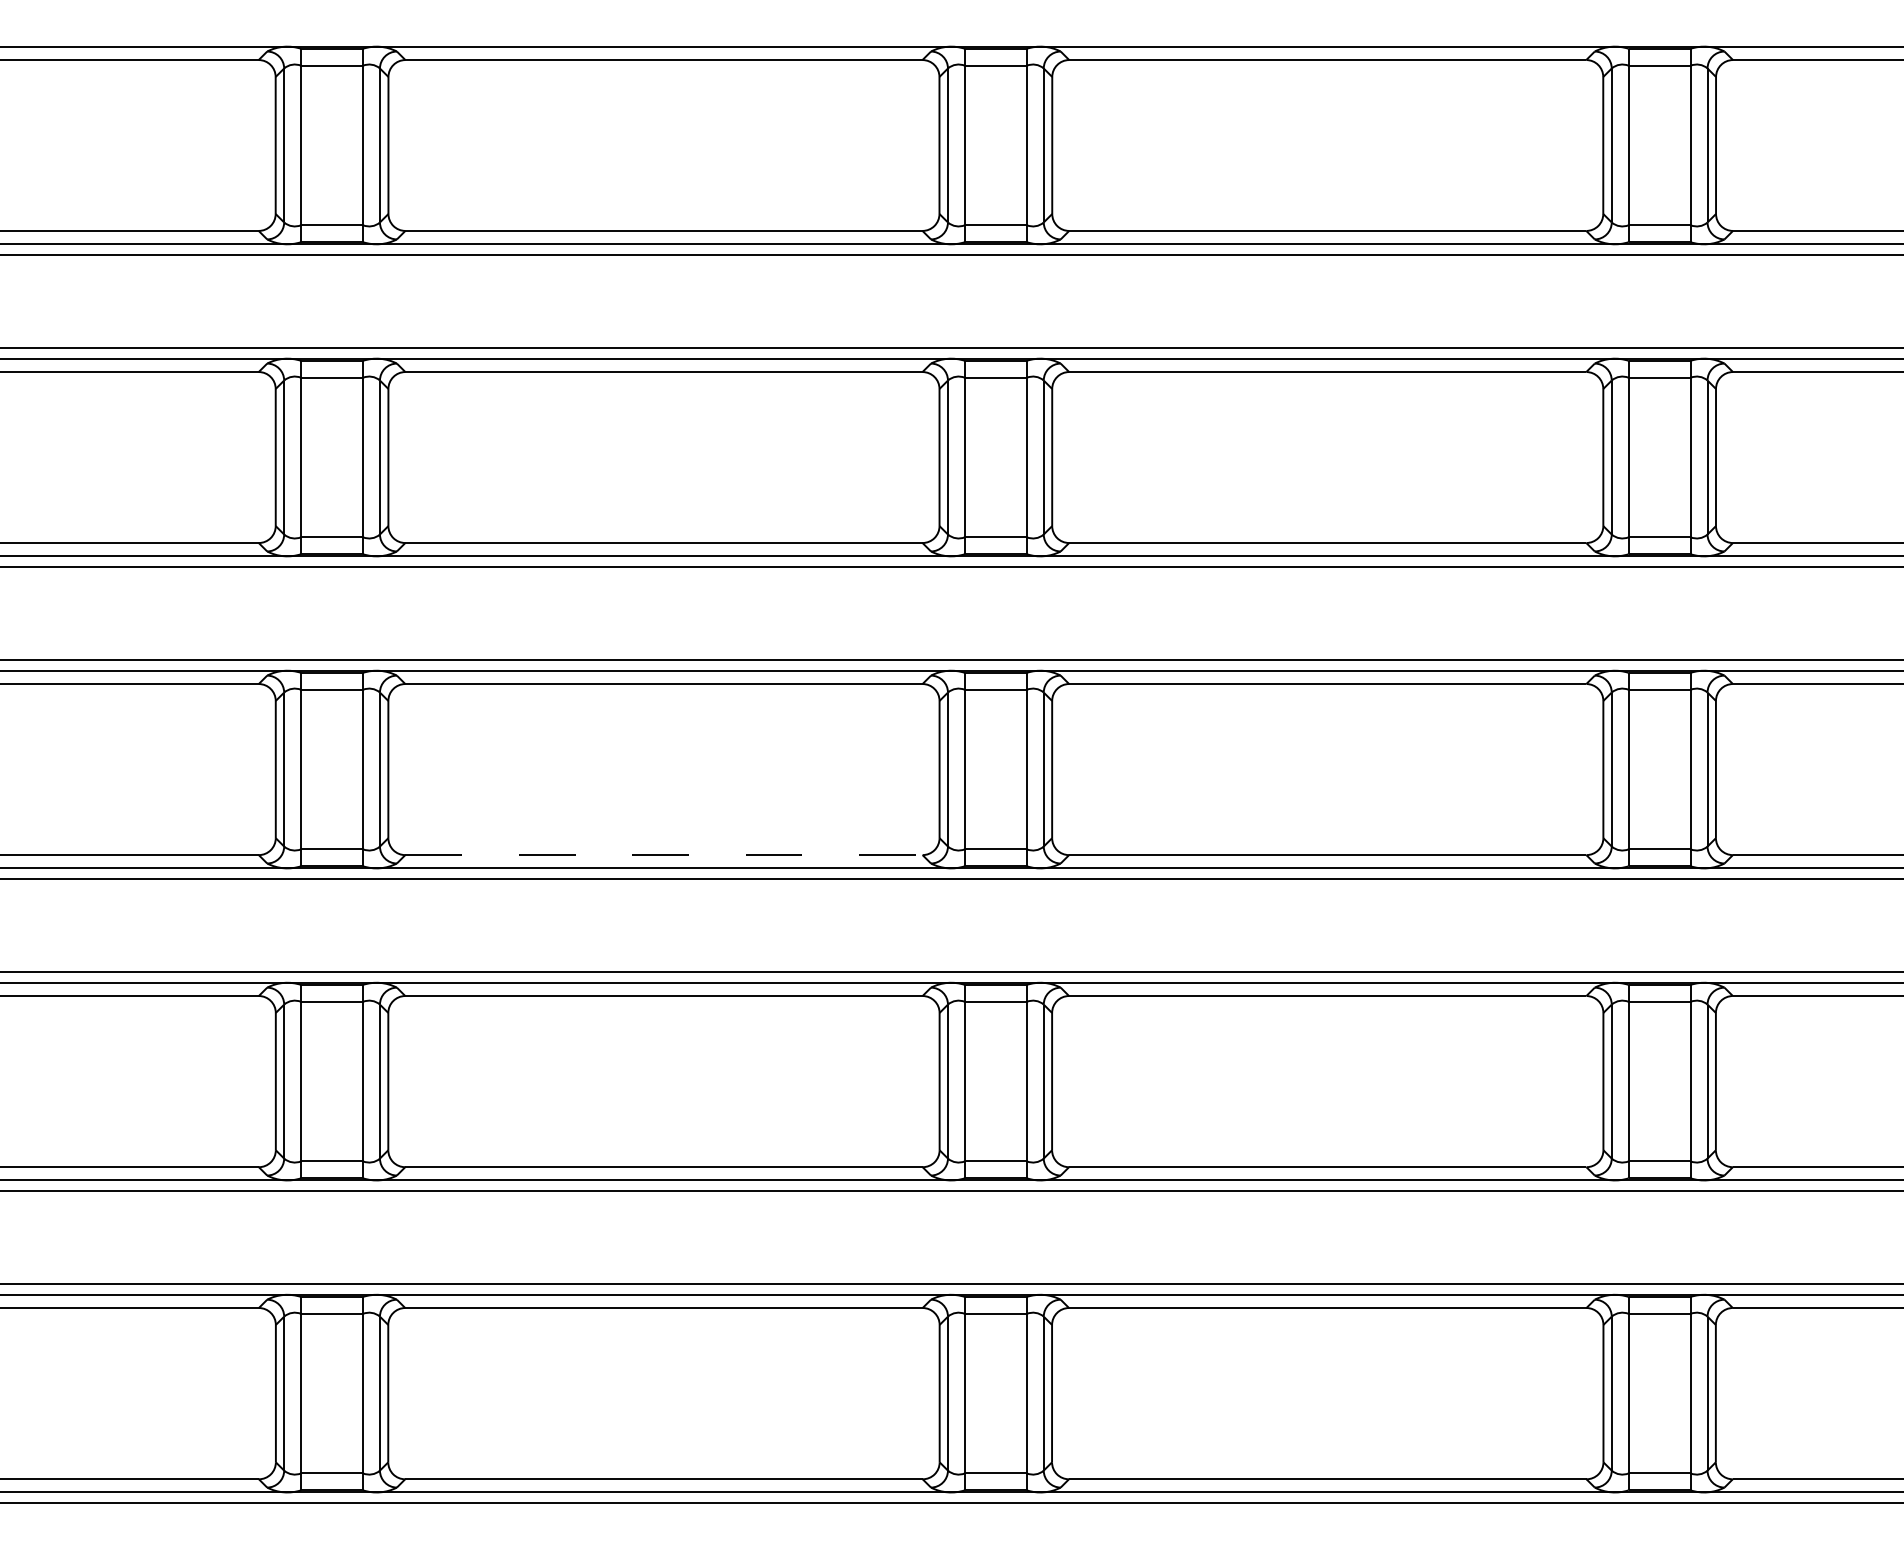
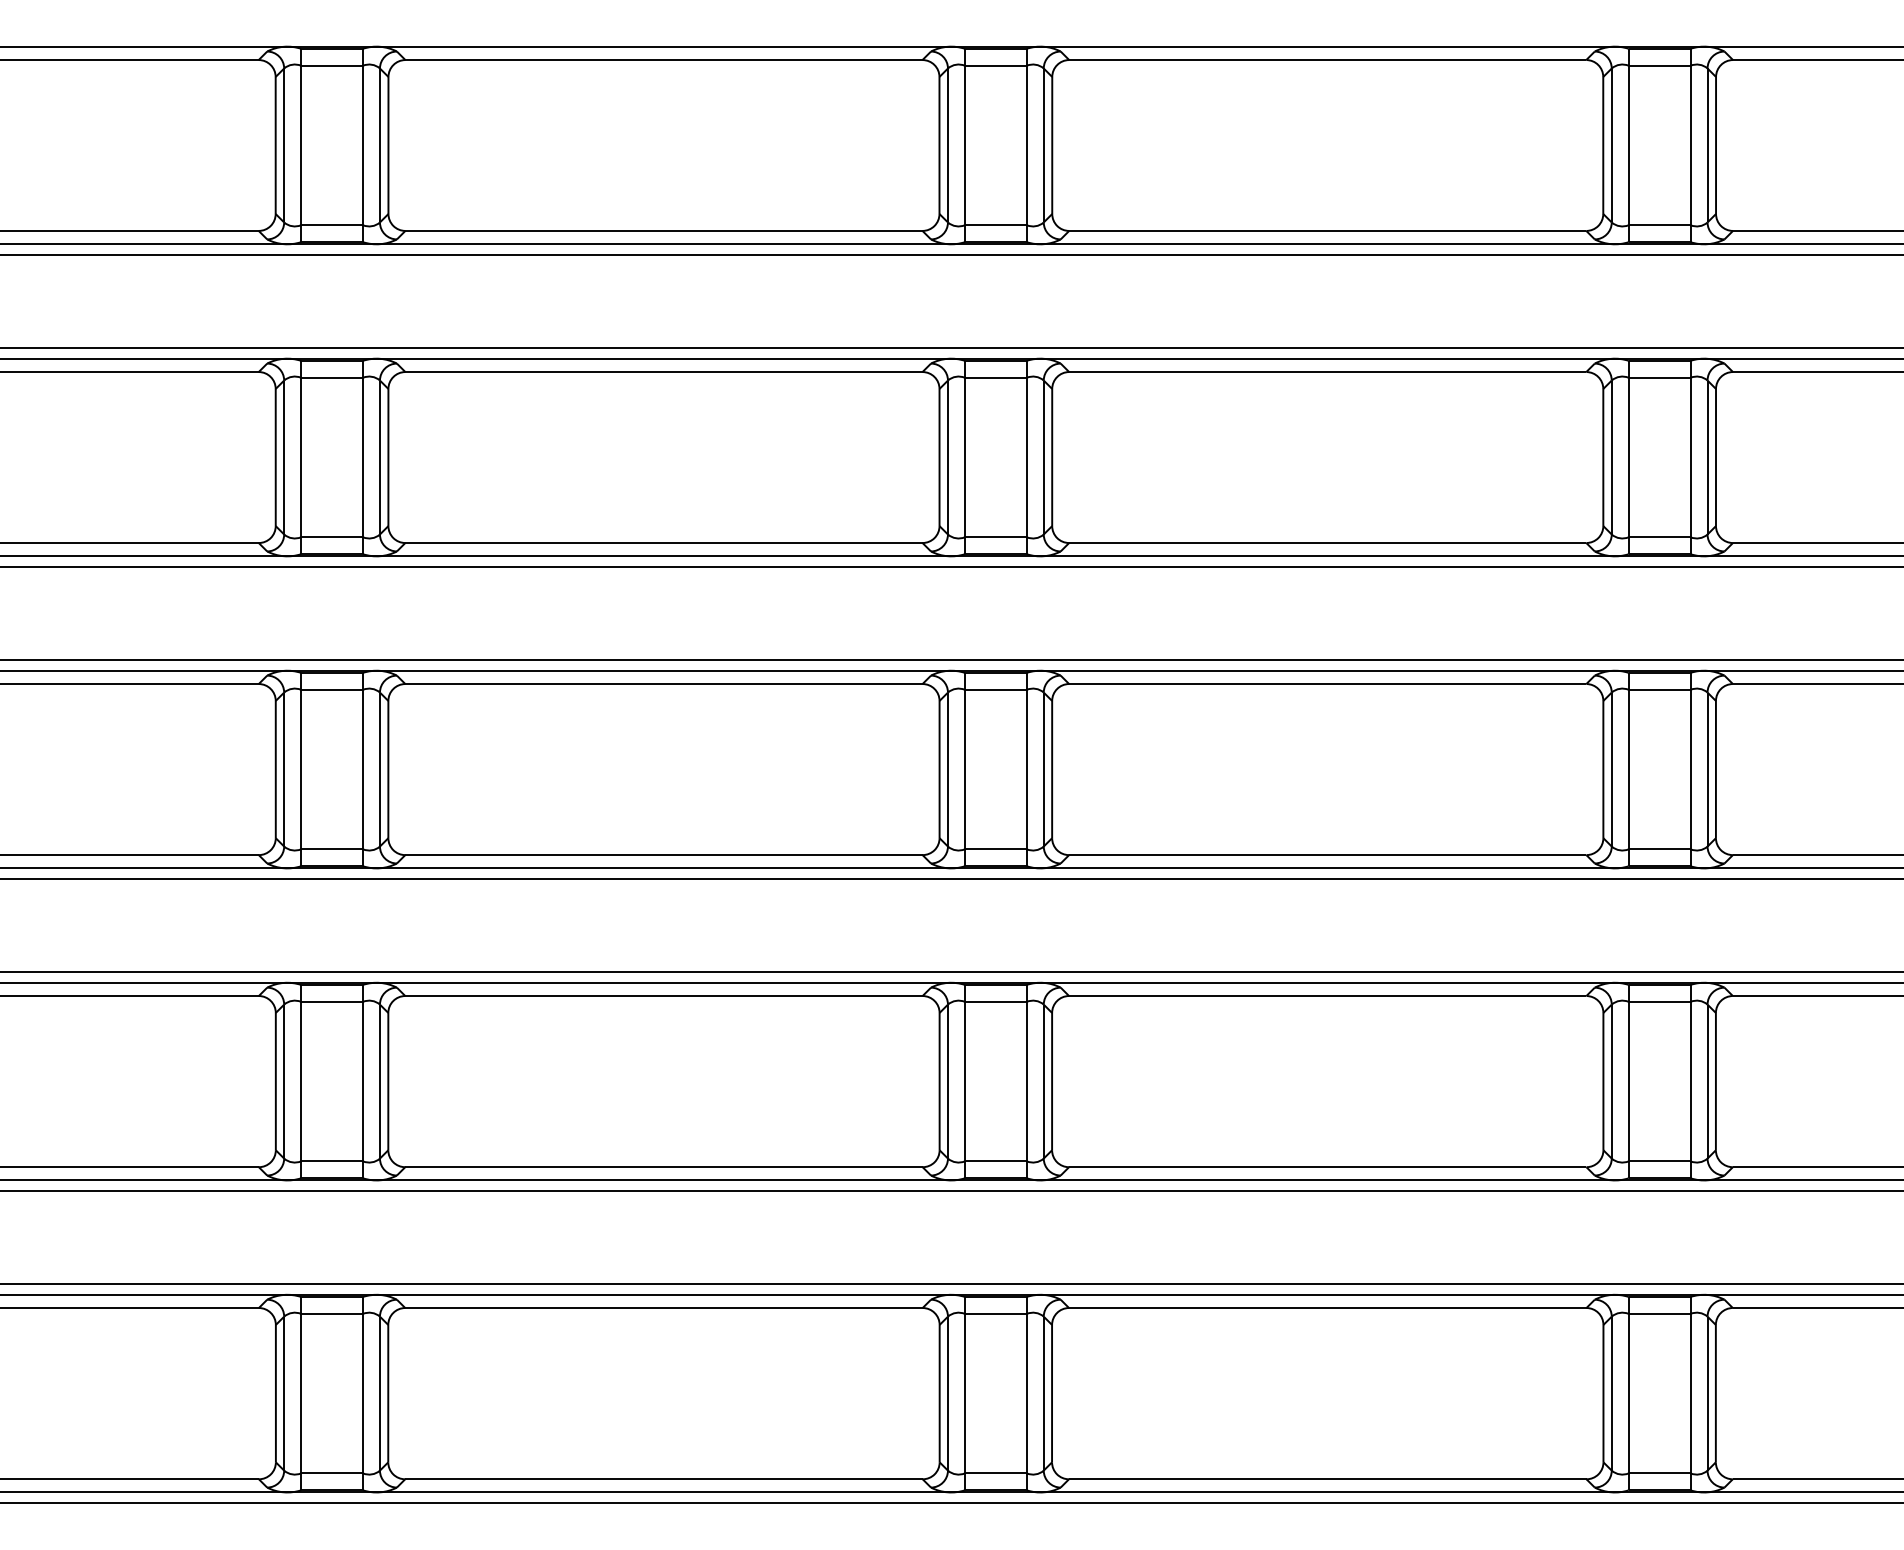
line at (663, 855): dashed -> solid
